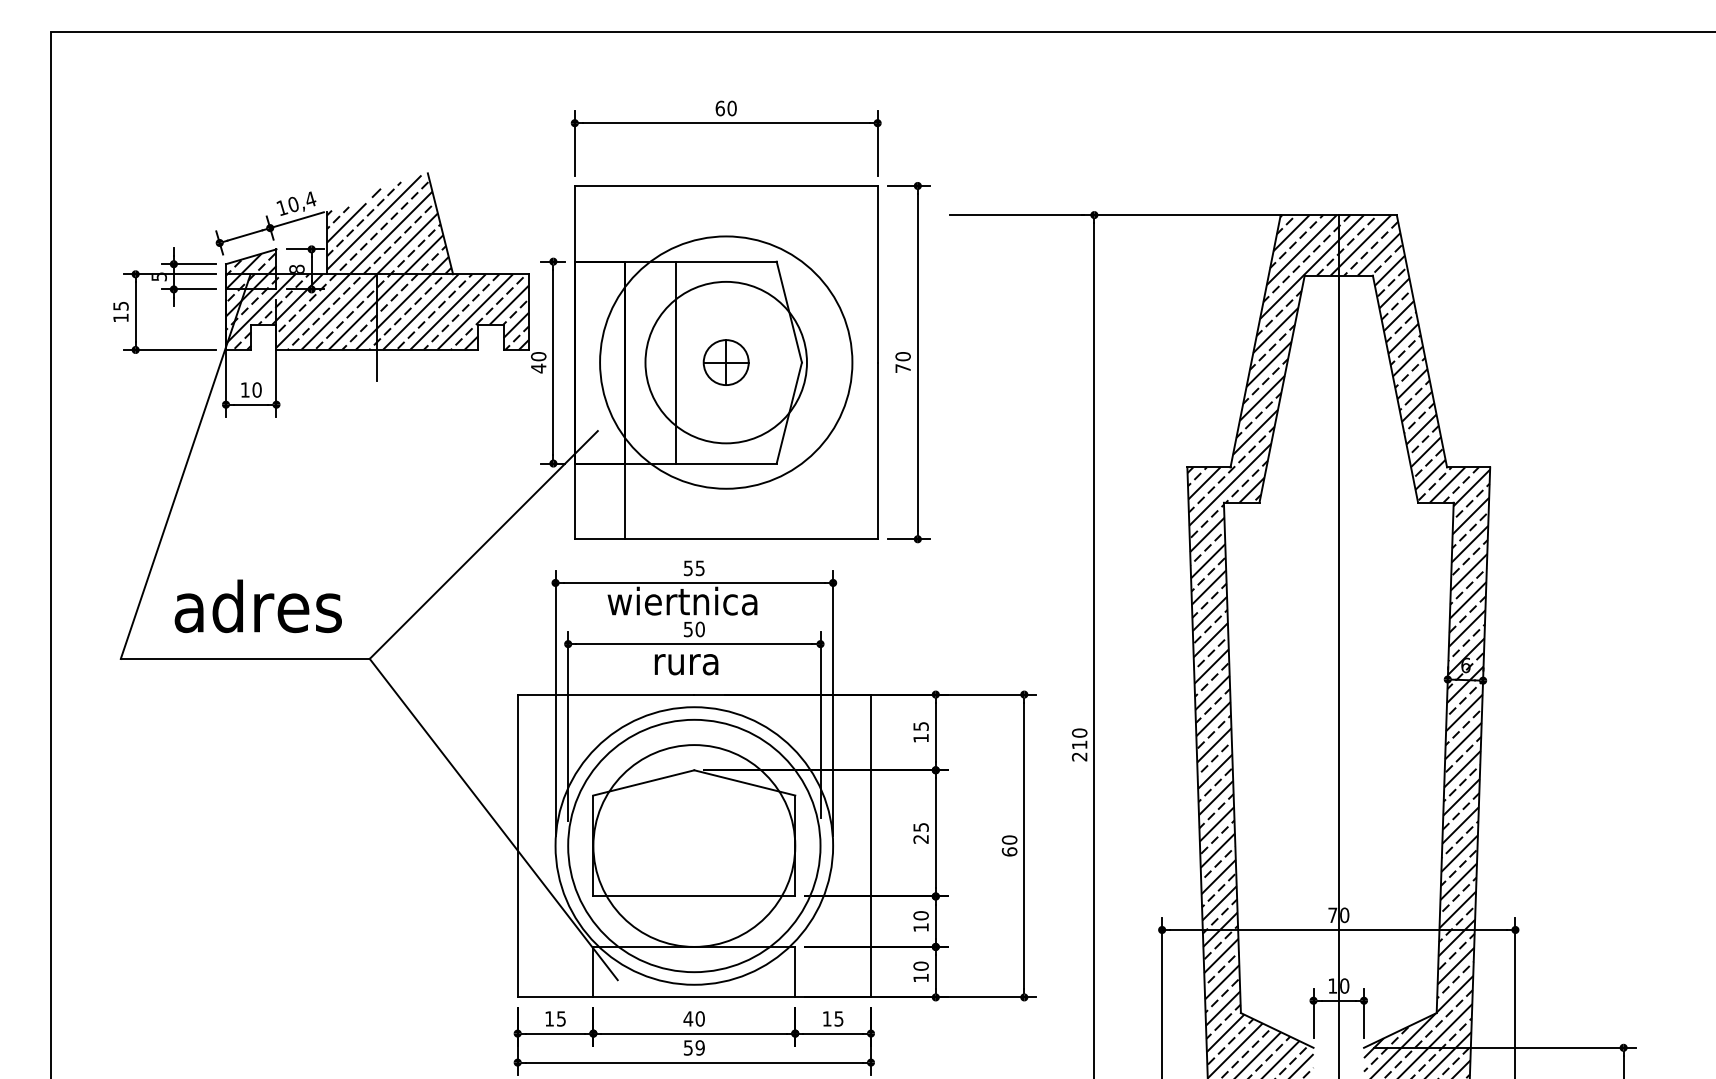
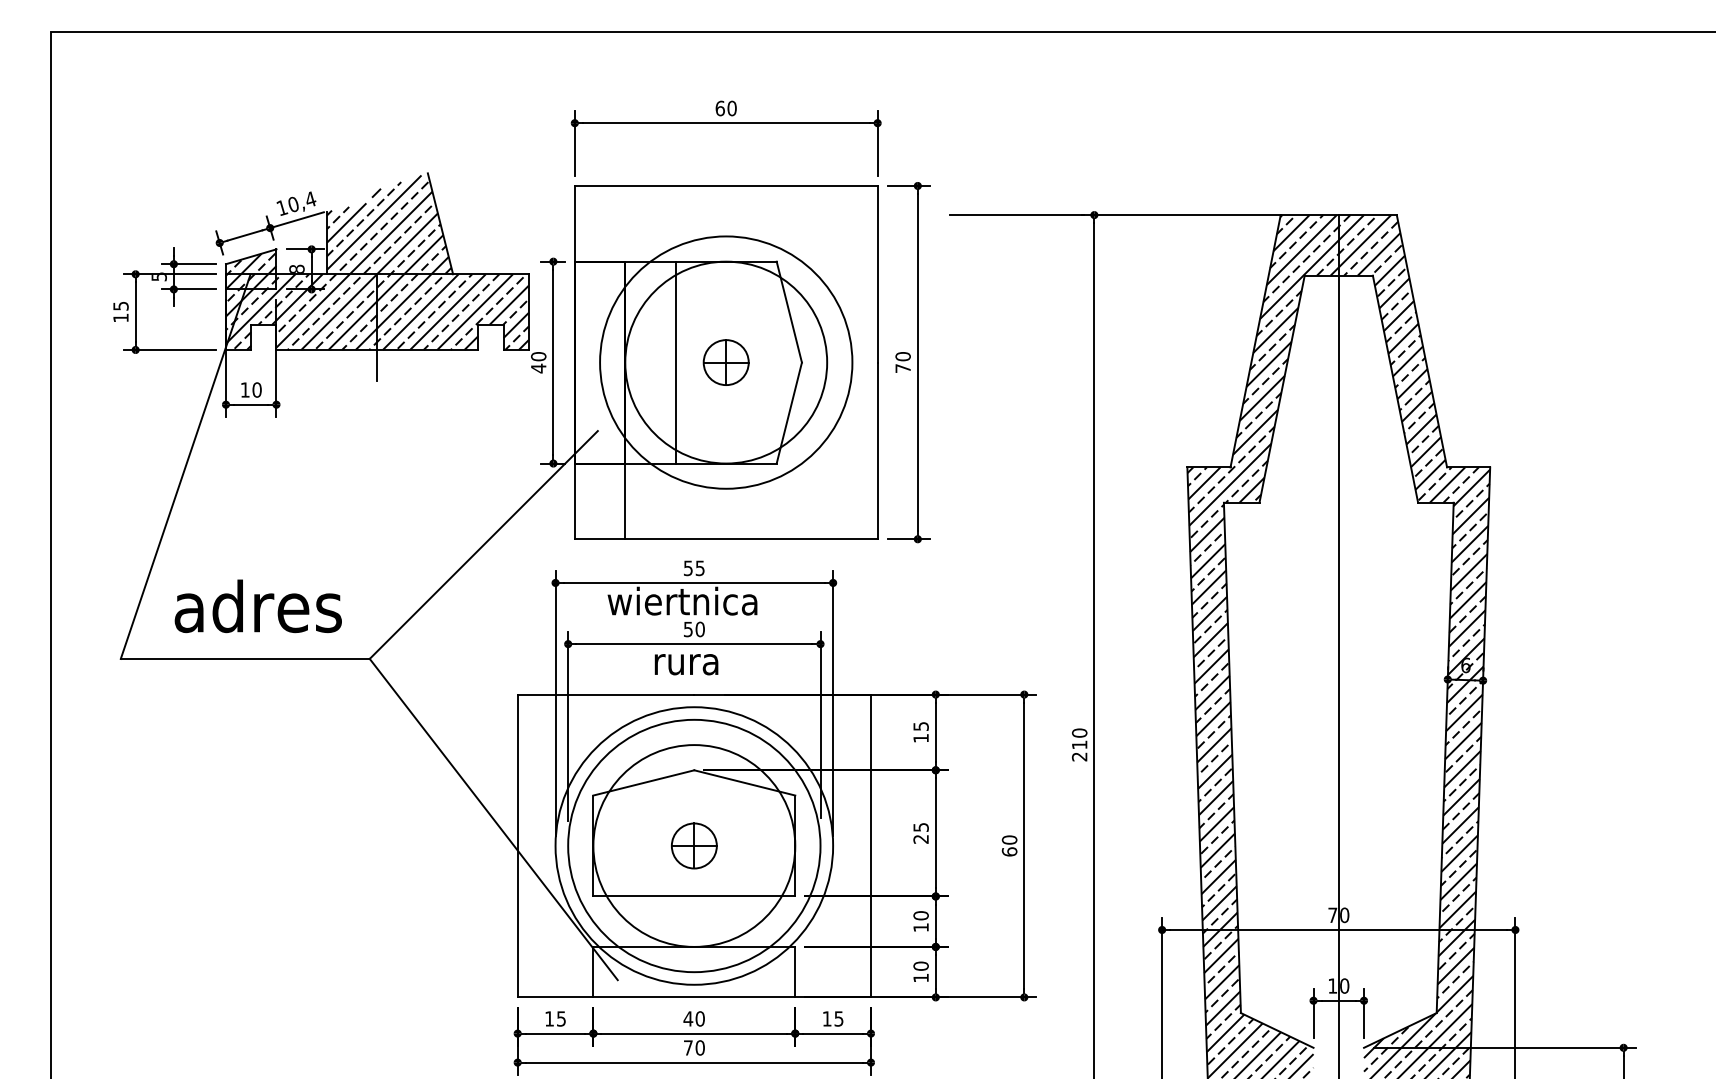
circle at (725, 362) diameter: 161 px -> 202 px
part at (694, 845): none -> present
text at (694, 1047): 59 -> 70
